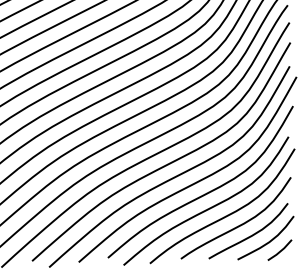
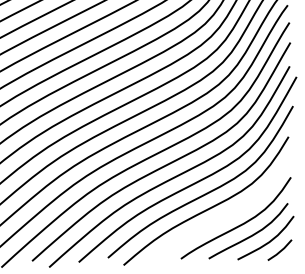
curve at (227, 214): present -> none
